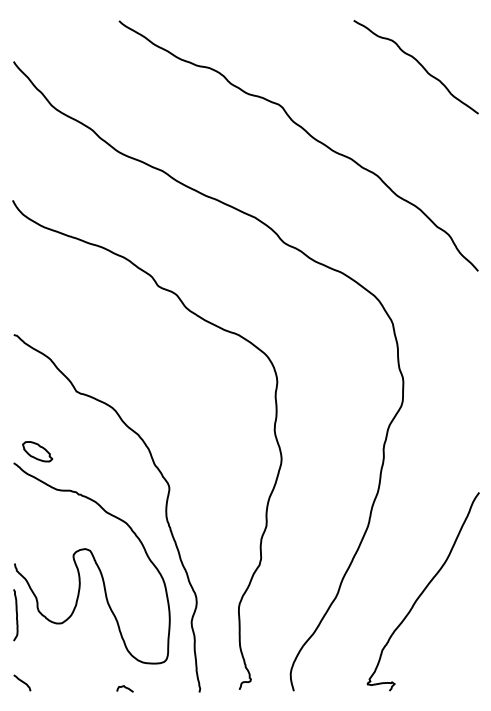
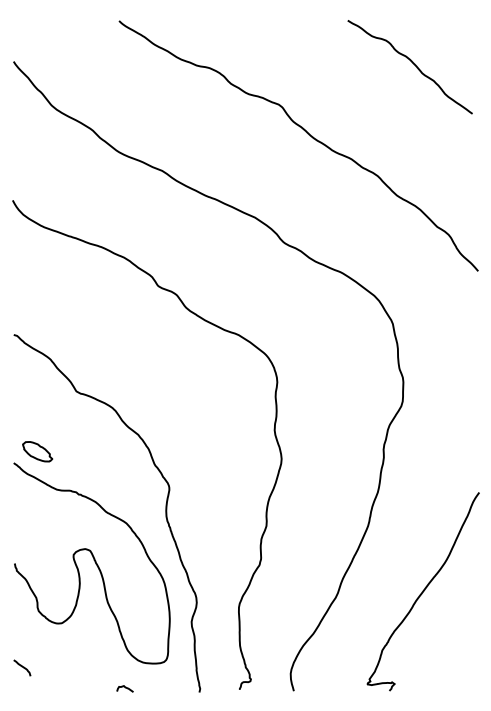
curve at (418, 63) position: (418, 63) -> (412, 63)
curve at (16, 615): present -> none
curve at (22, 682) position: (22, 682) -> (22, 667)
